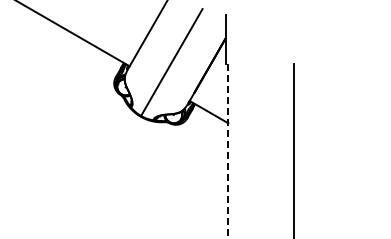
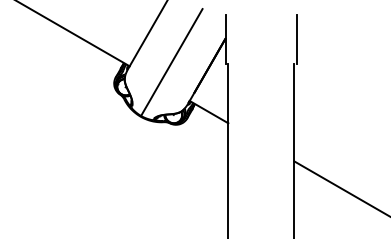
line at (296, 38): none -> present
line at (228, 151): dashed -> solid
line at (340, 188): none -> present
